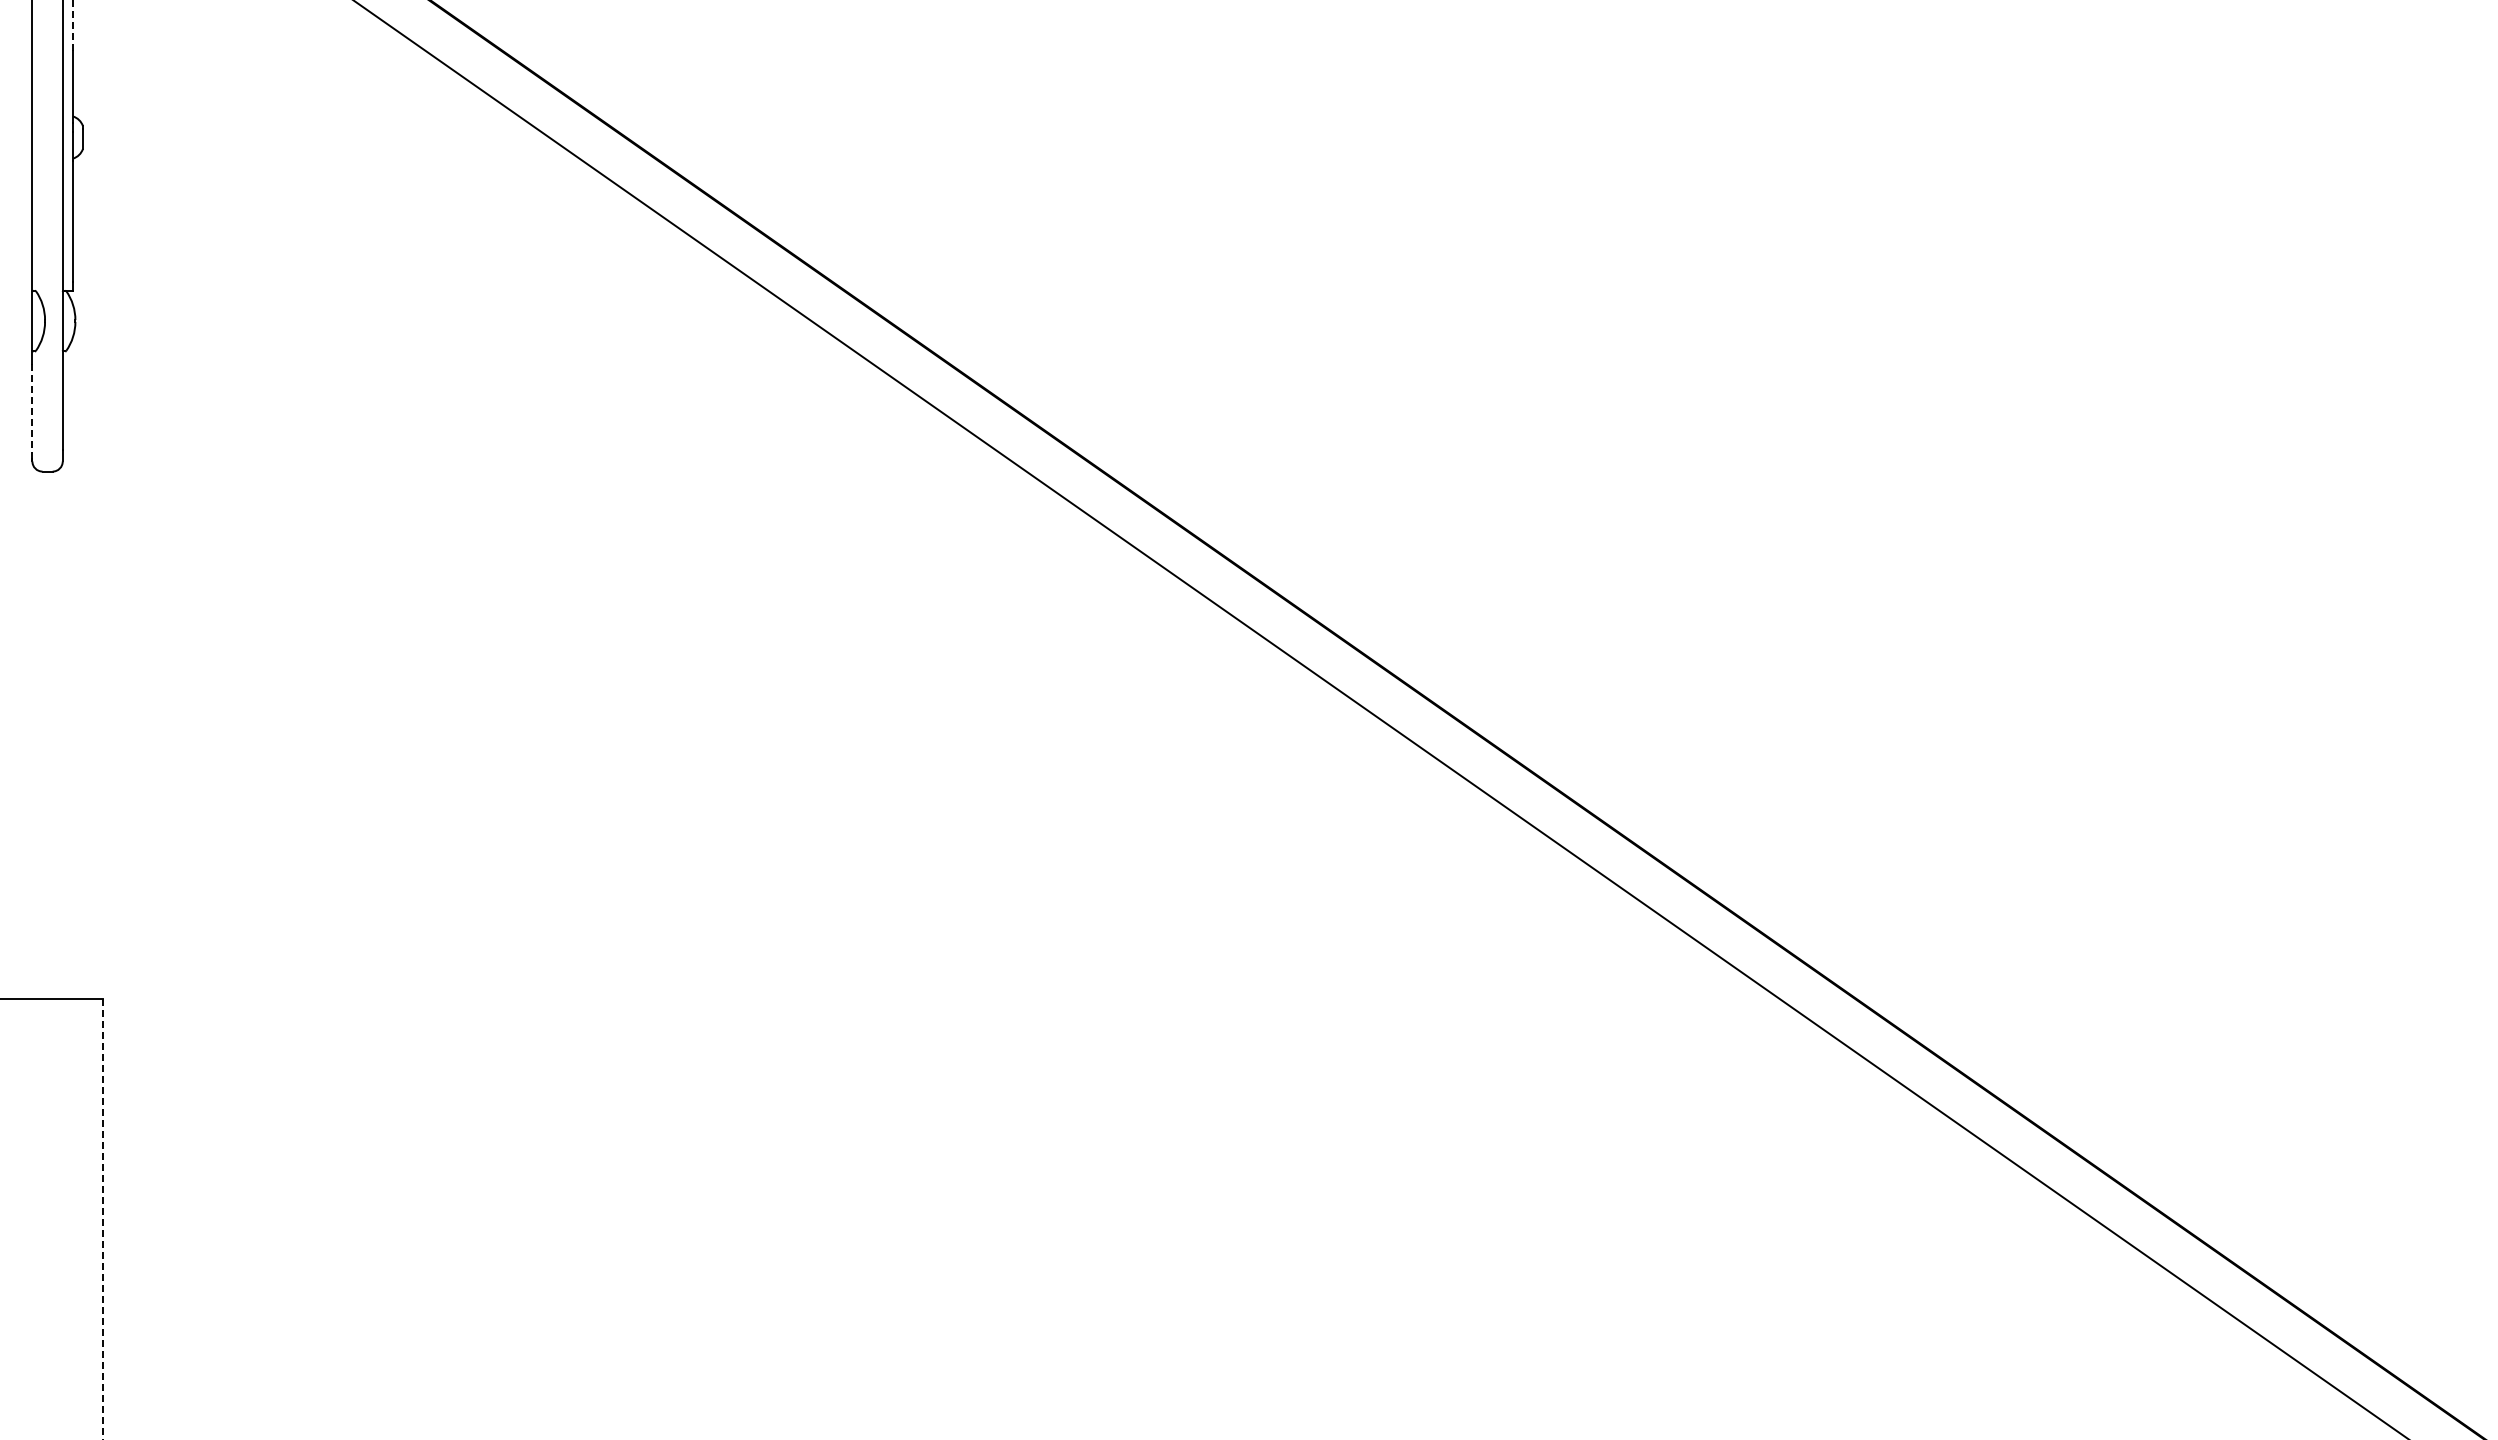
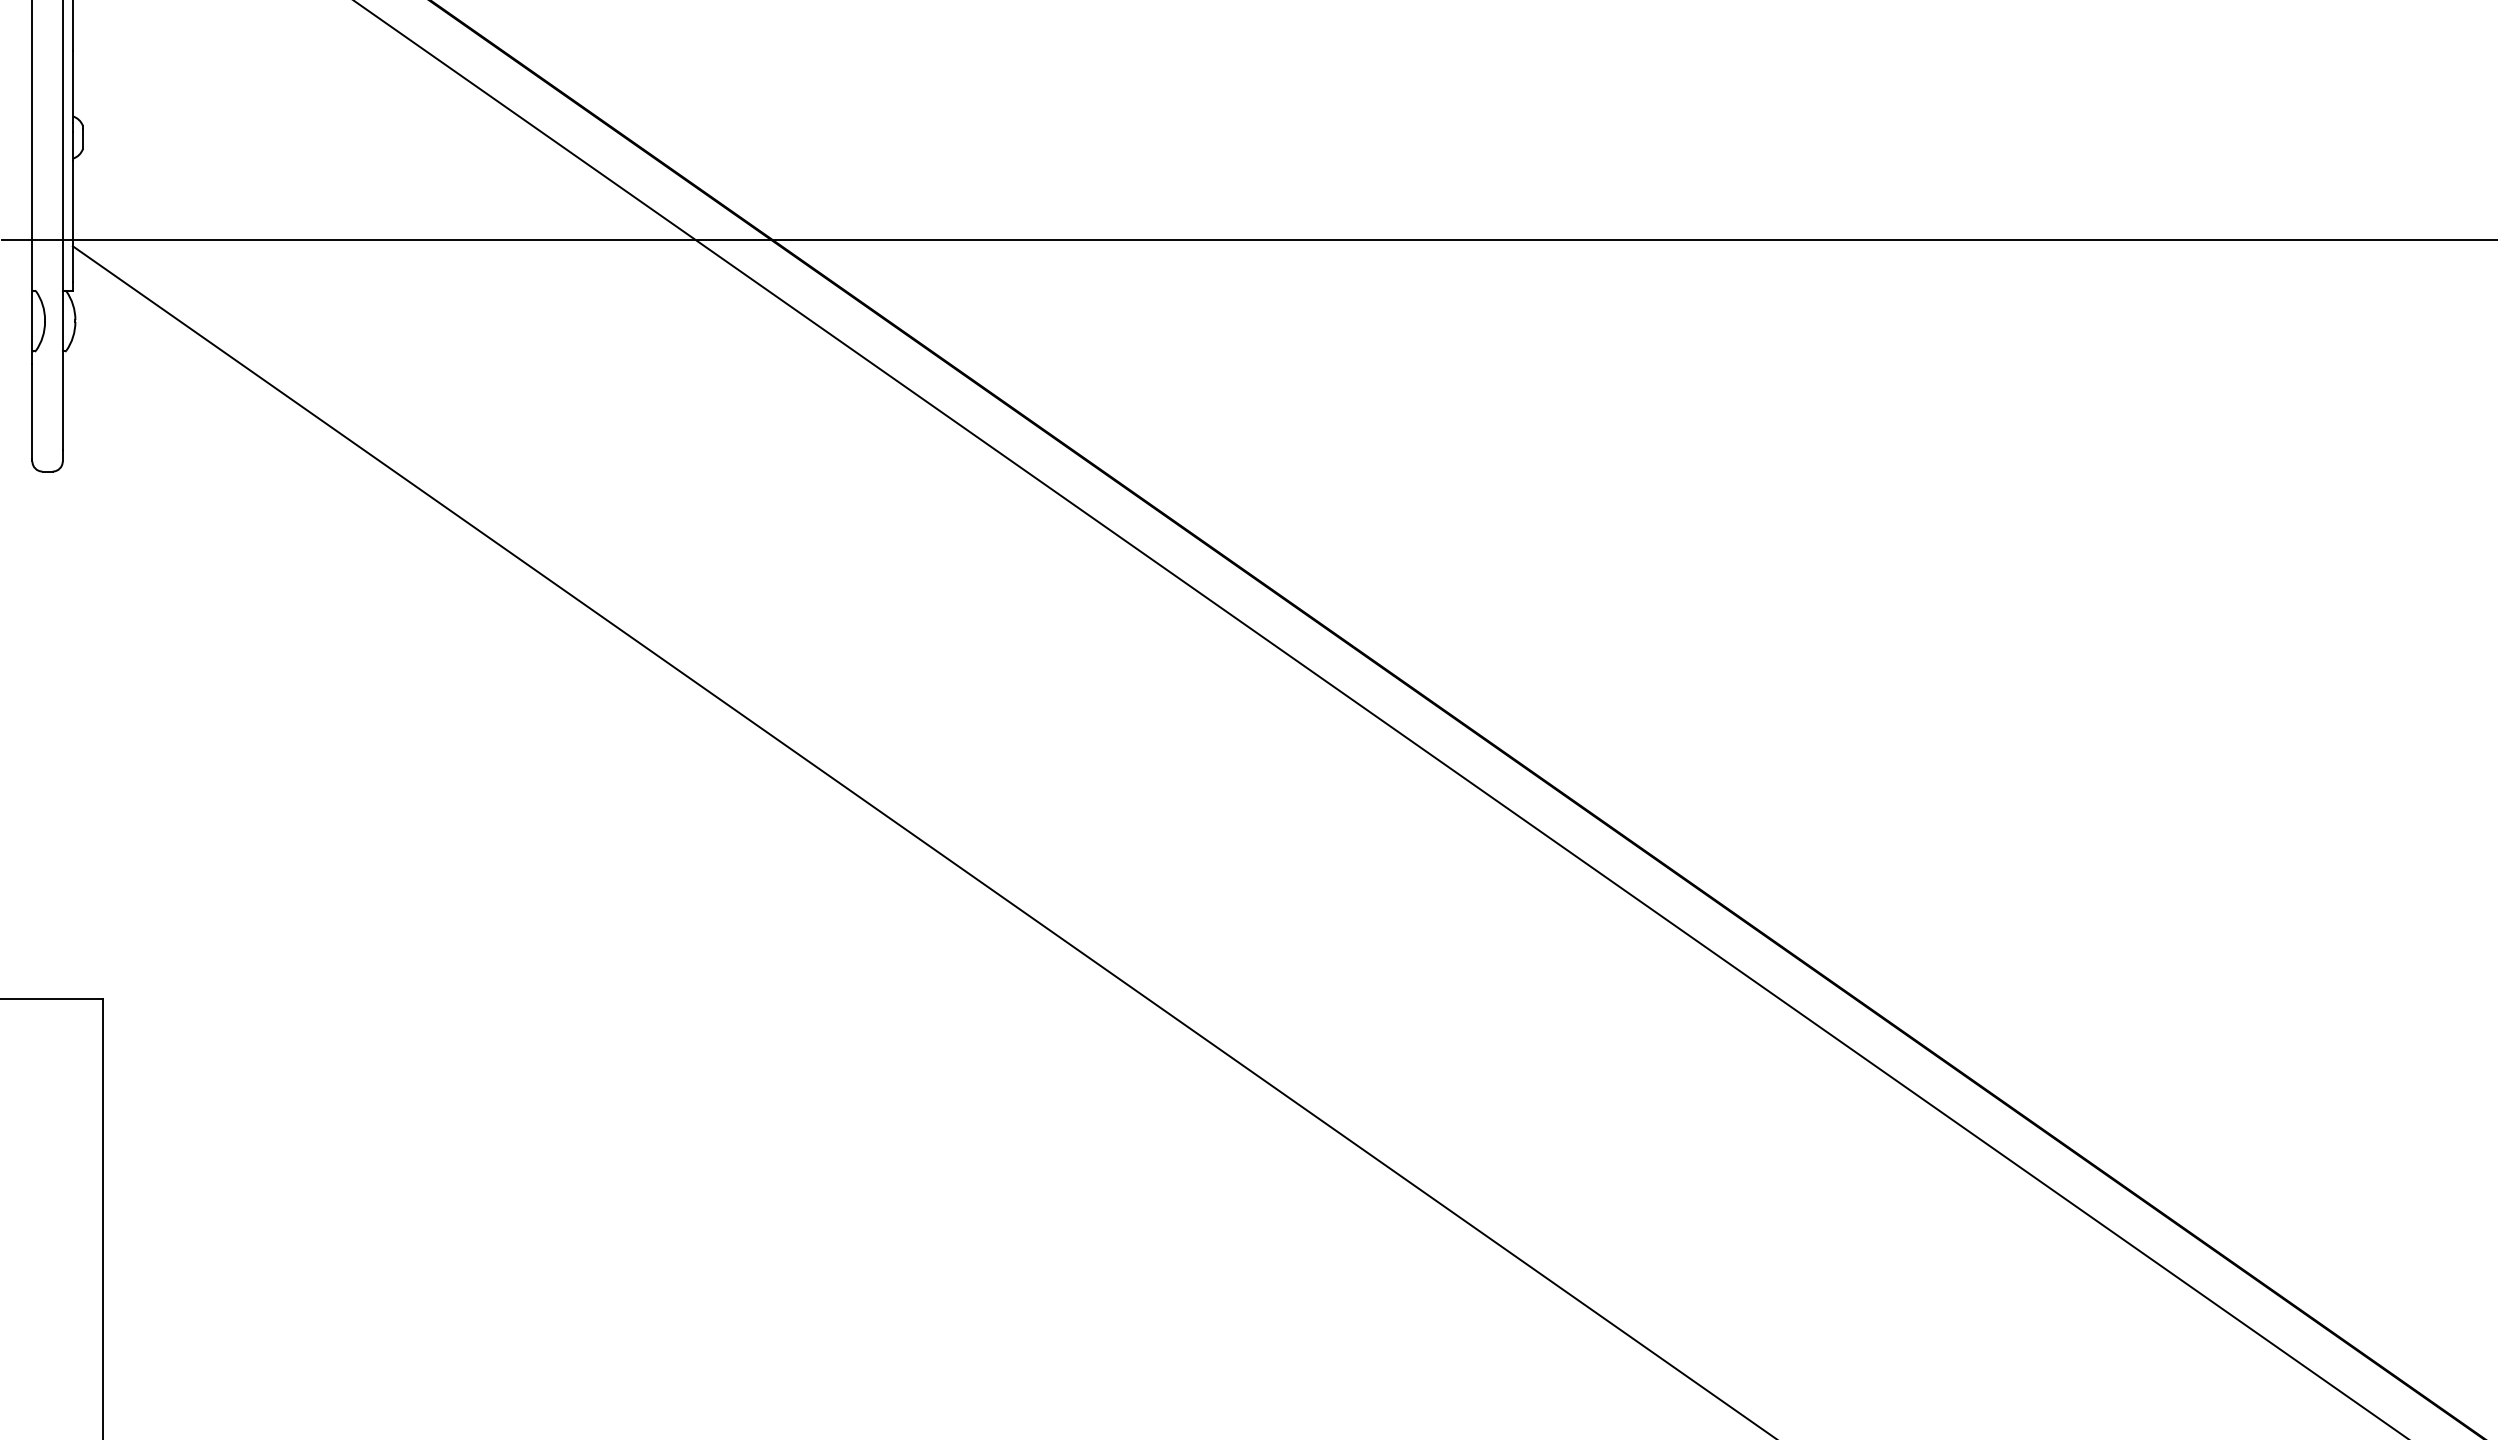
line at (72, 24): dashed -> solid
line at (1248, 240): none -> present
line at (32, 411): dashed -> solid
line at (922, 841): none -> present
line at (103, 1219): dashed -> solid
